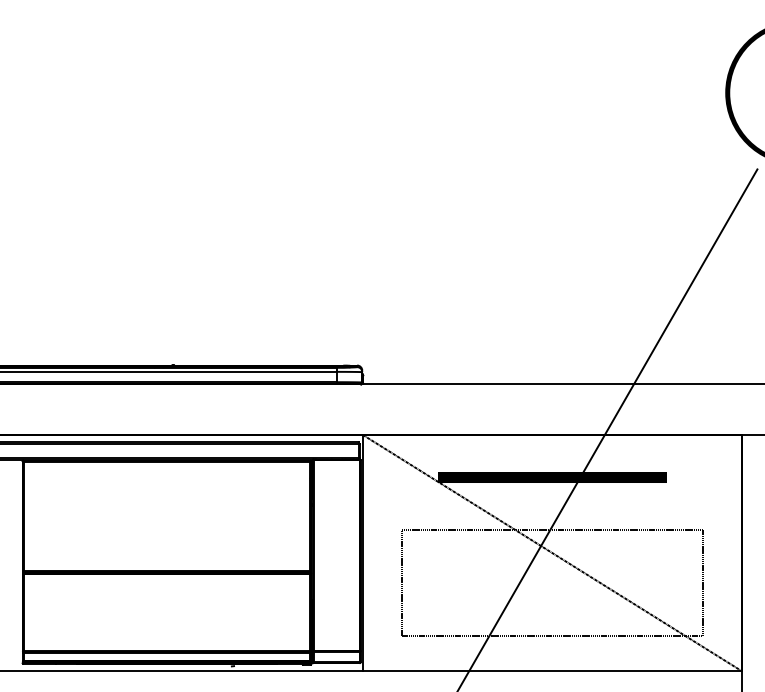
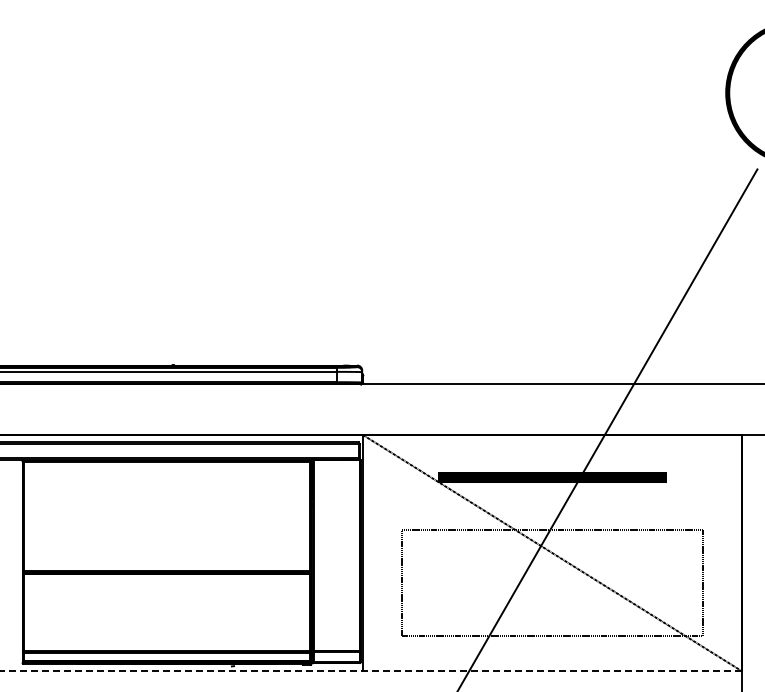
line at (371, 671): solid -> dashed
